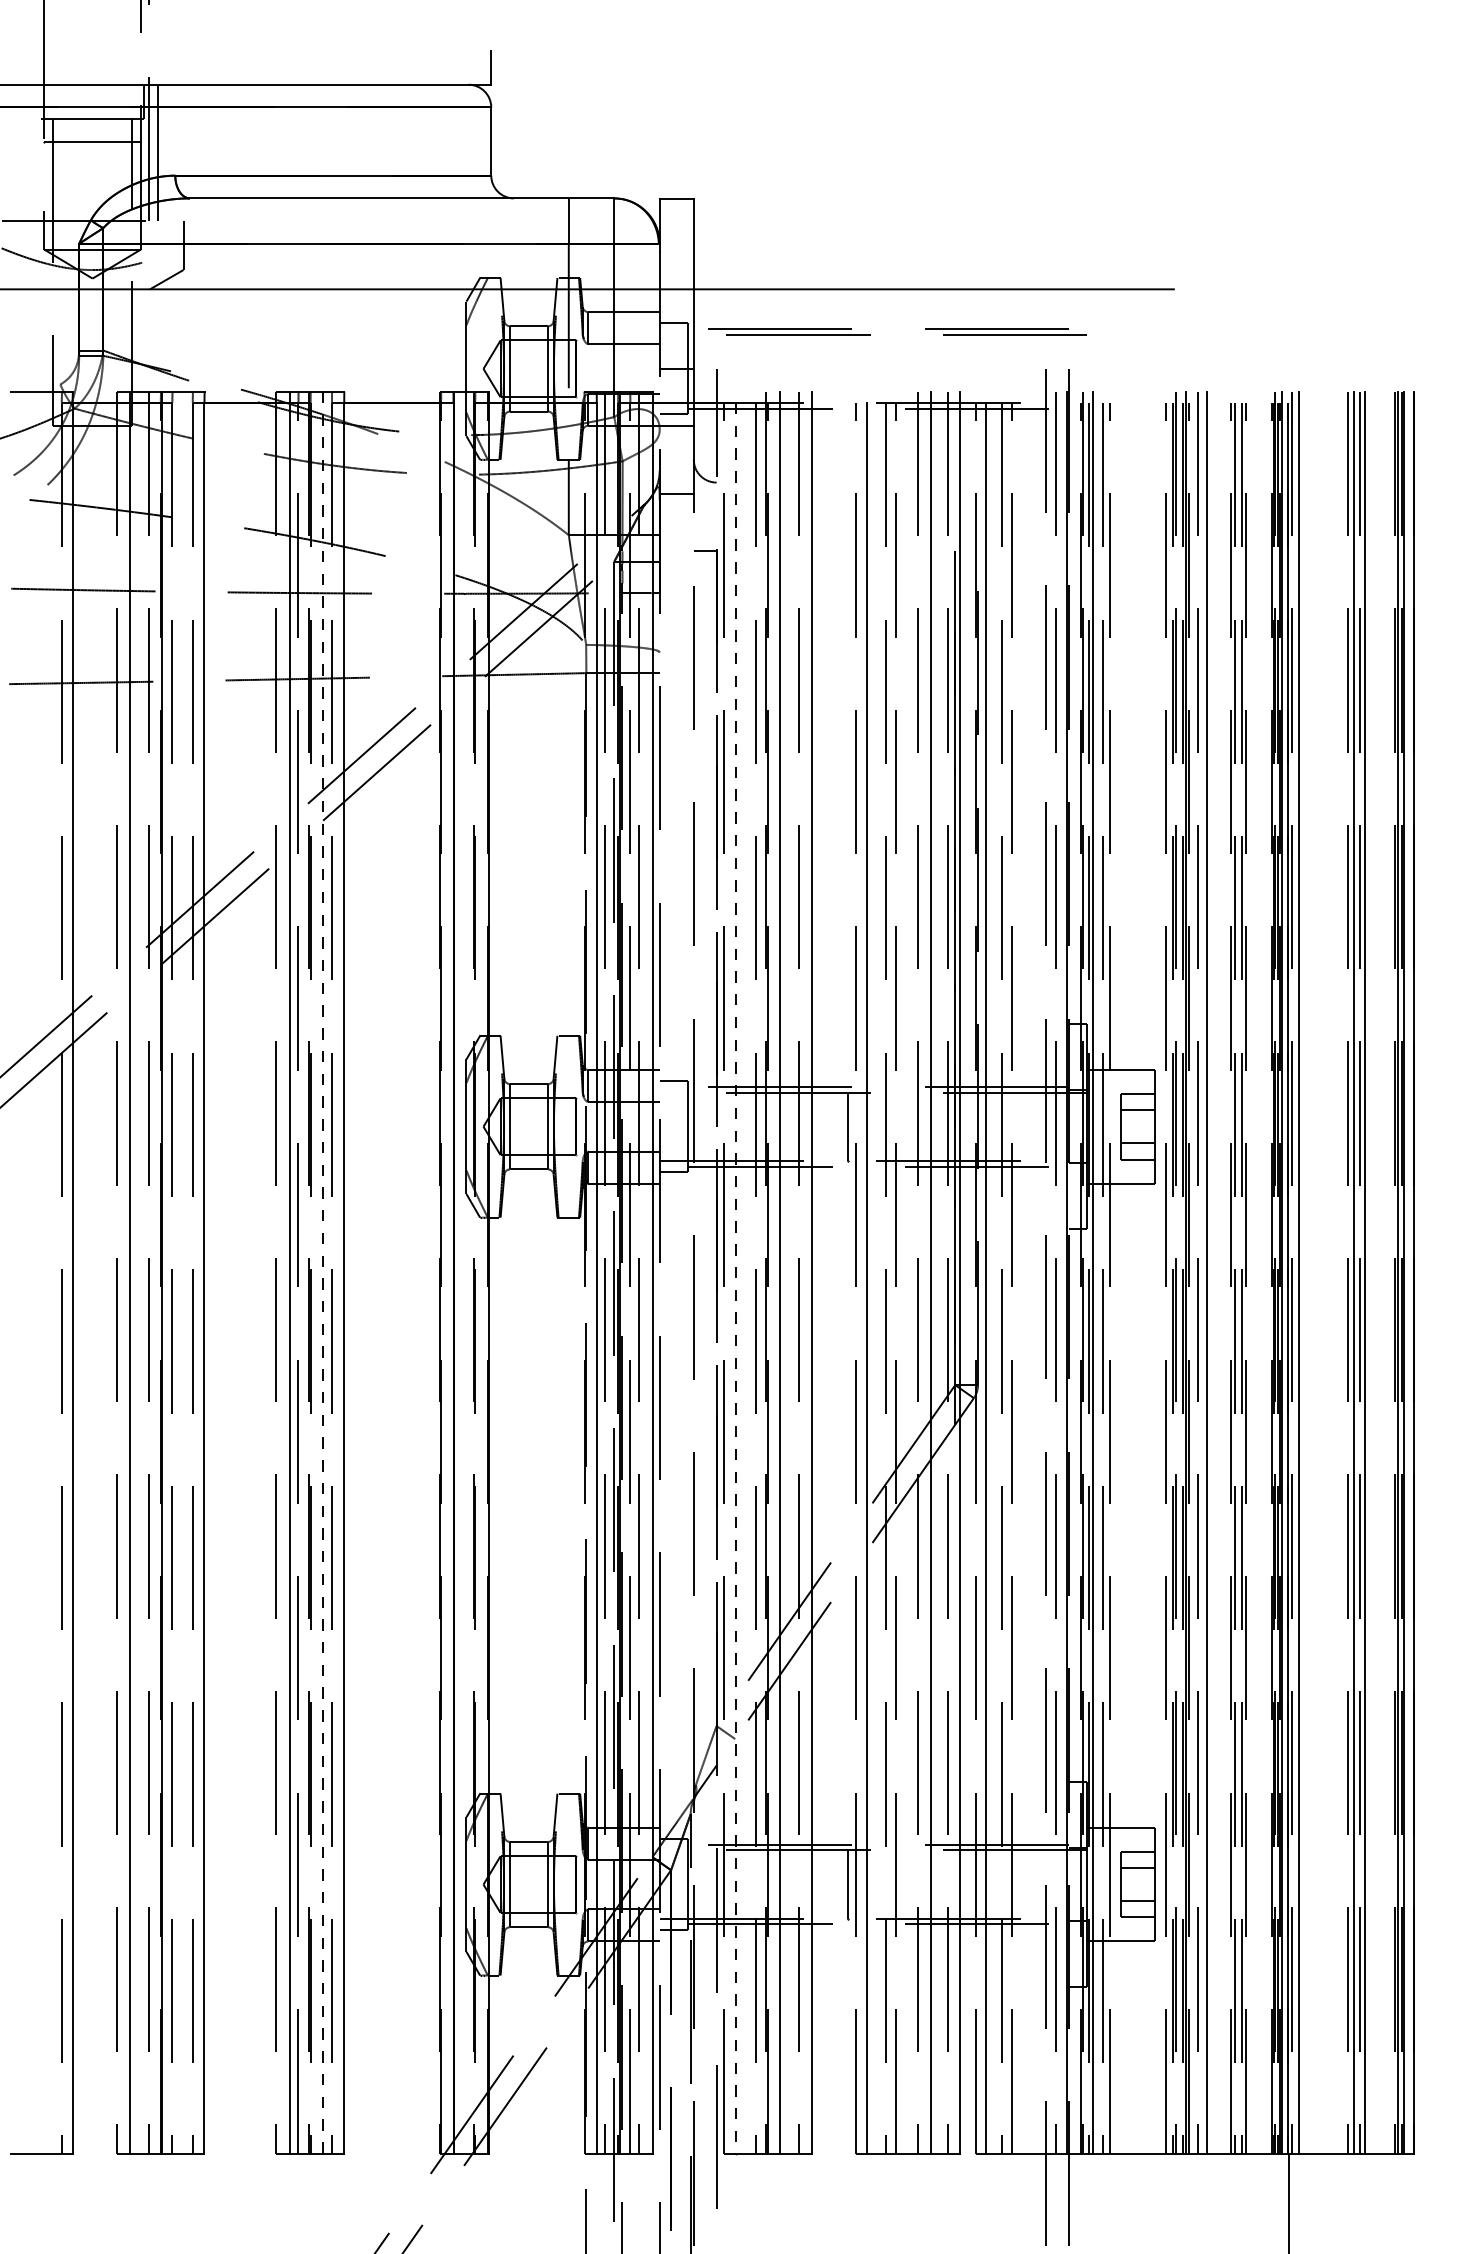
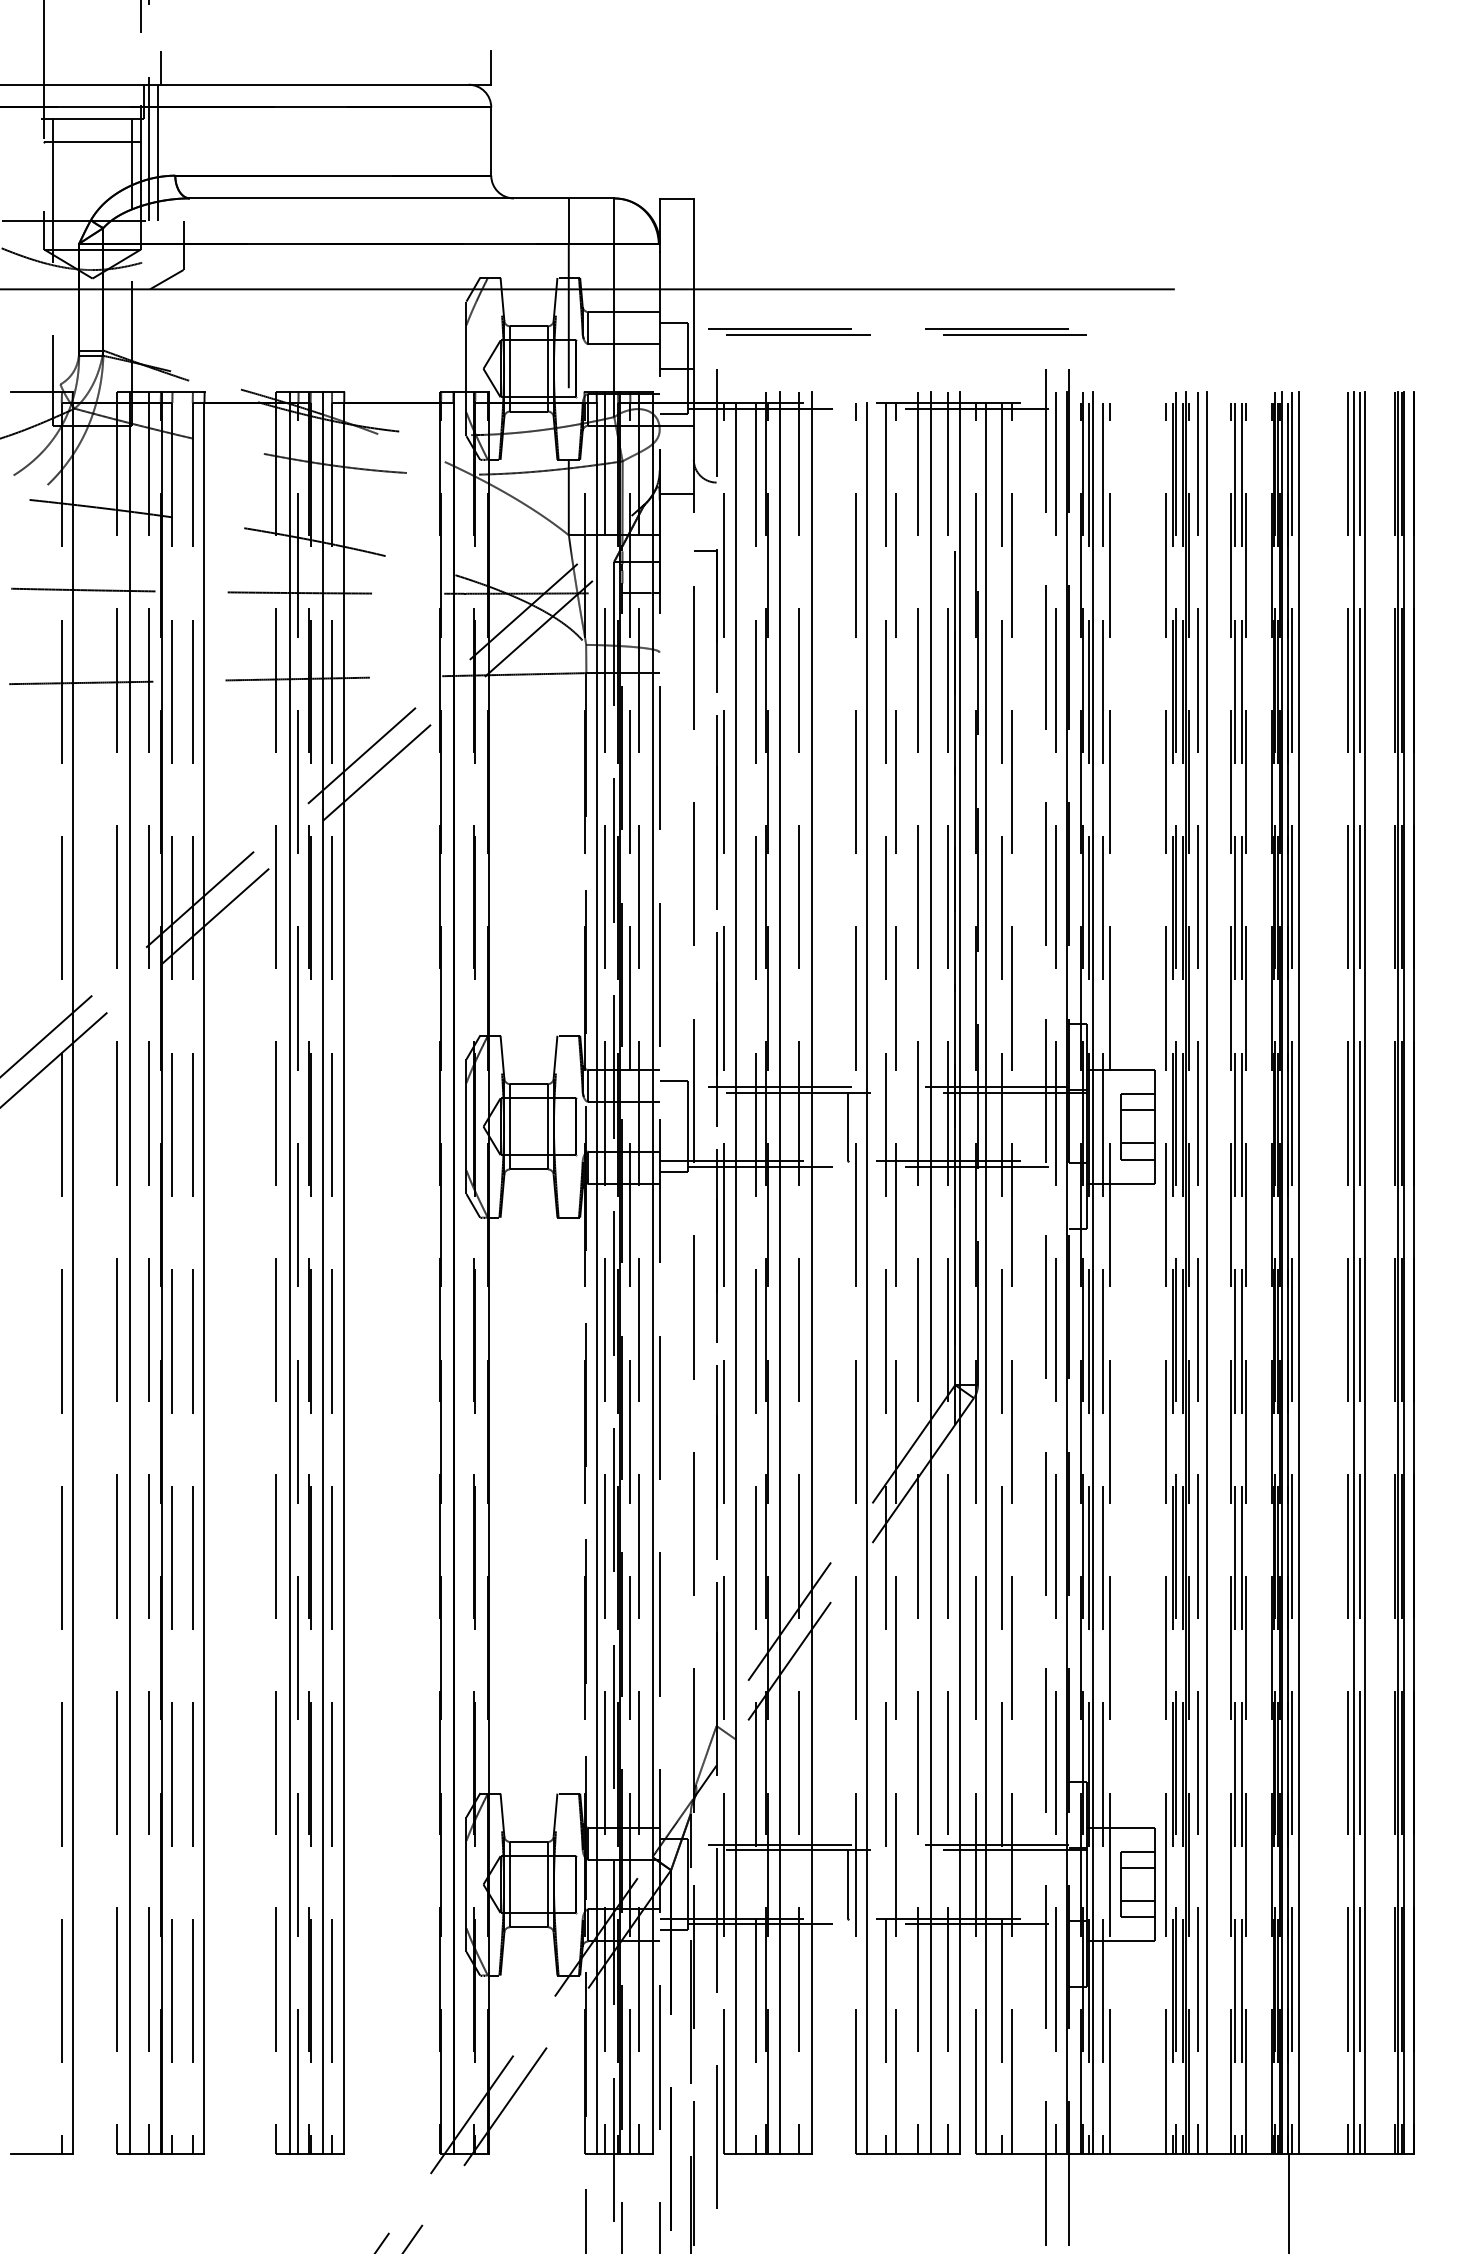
line at (160, 67): none -> present
line at (323, 1272): dashed -> solid
line at (736, 1278): dashed -> solid
